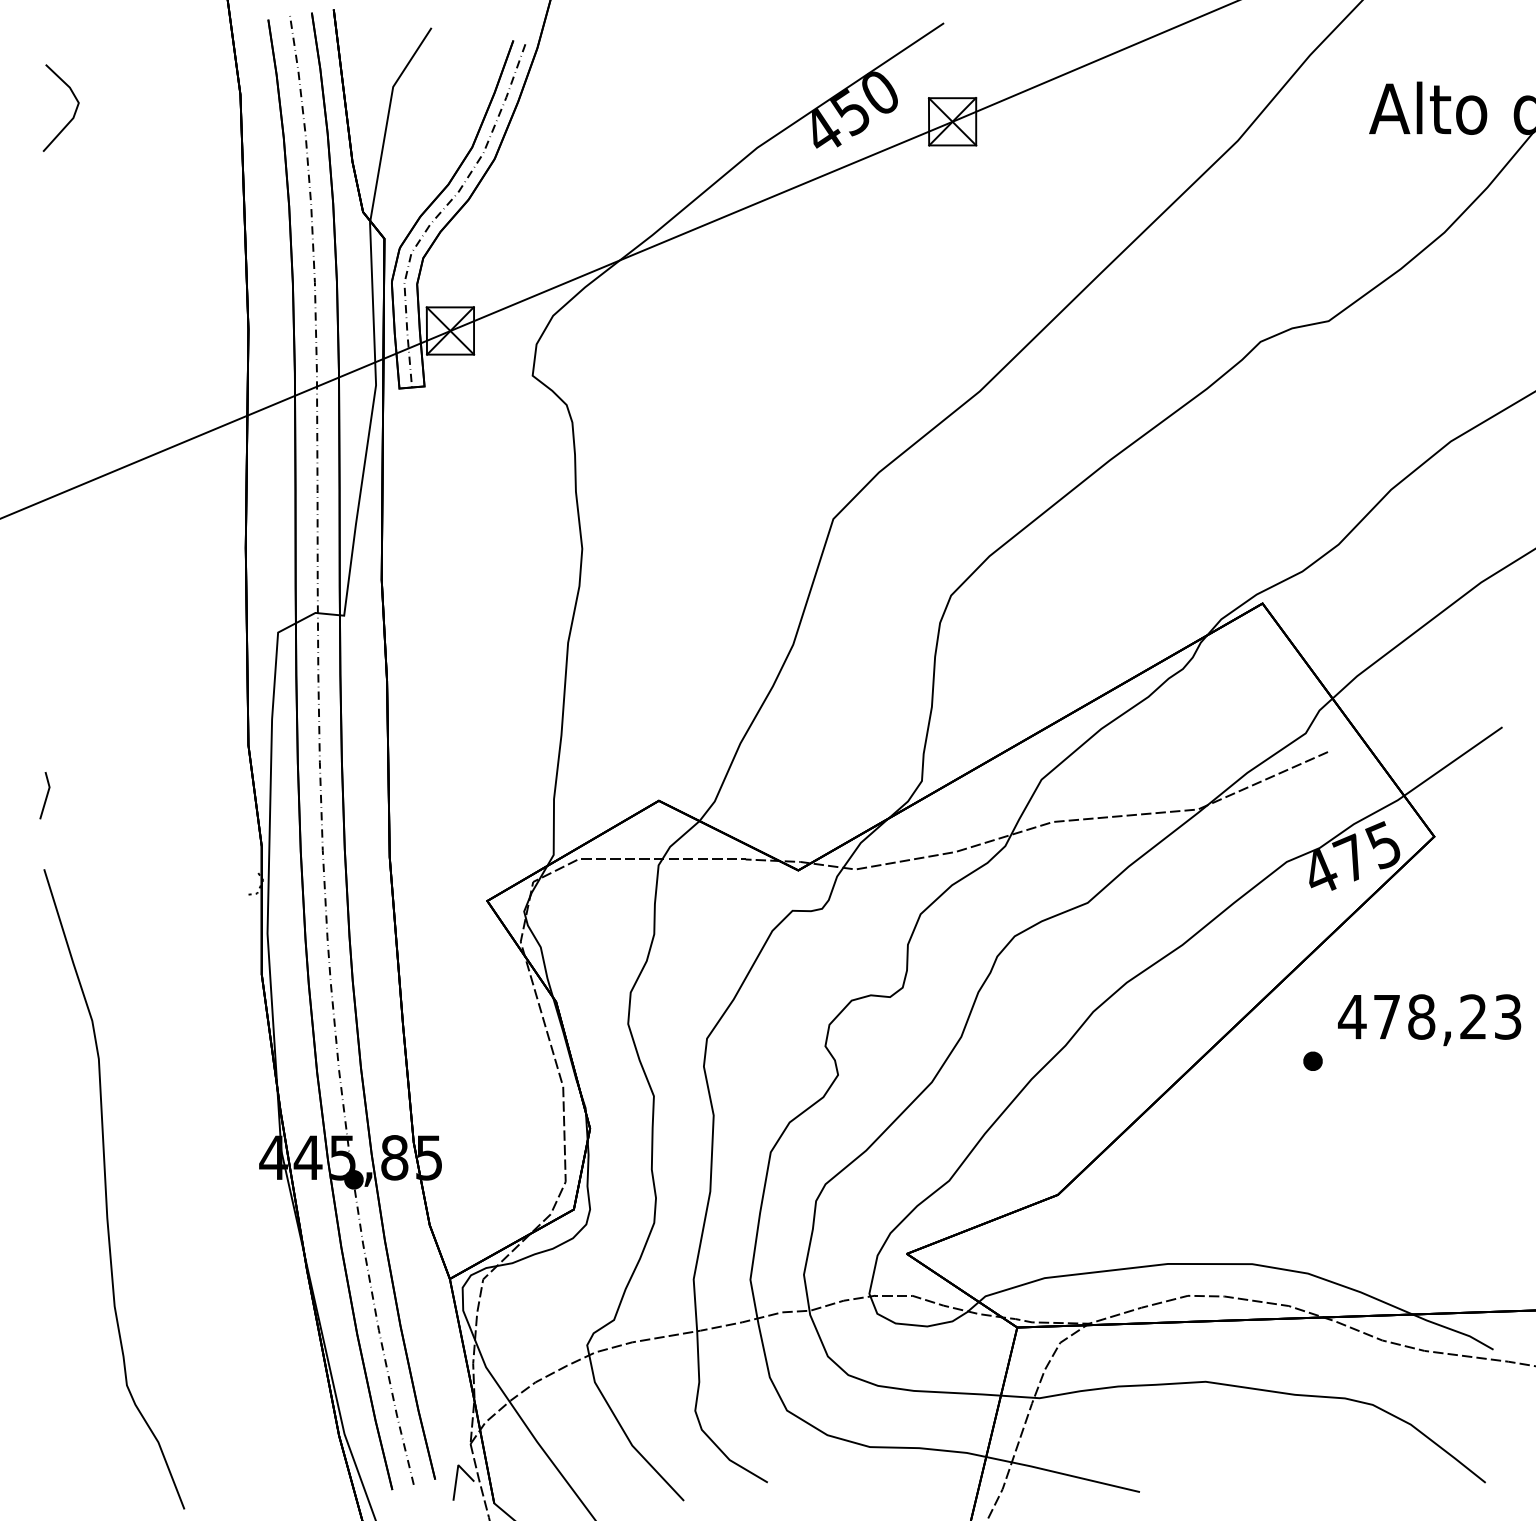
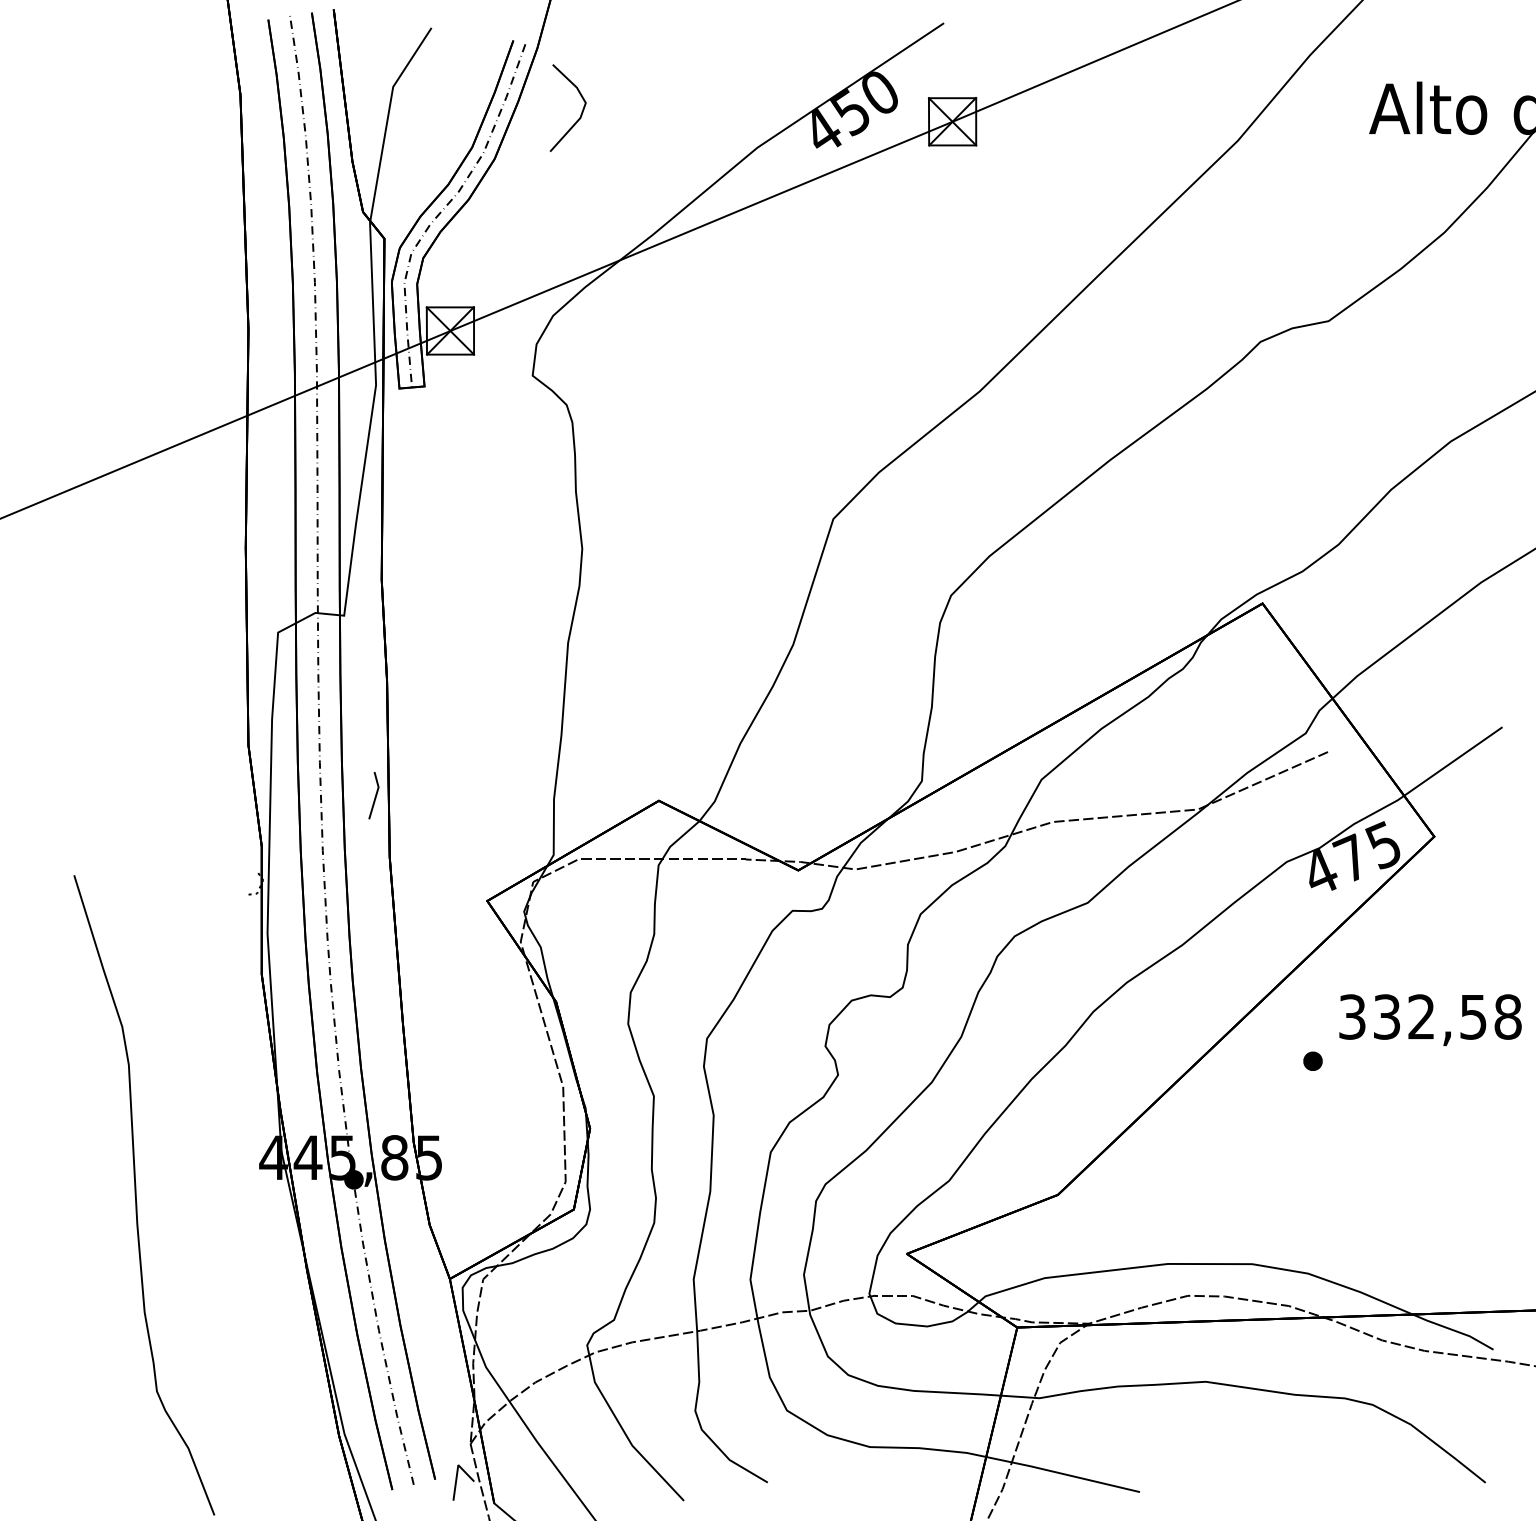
line at (74, 111) position: (74, 111) -> (581, 111)
line at (46, 795) position: (46, 795) -> (375, 795)
text at (1429, 1016): 478,23 -> 332,58
curve at (106, 1189) position: (106, 1189) -> (136, 1195)
